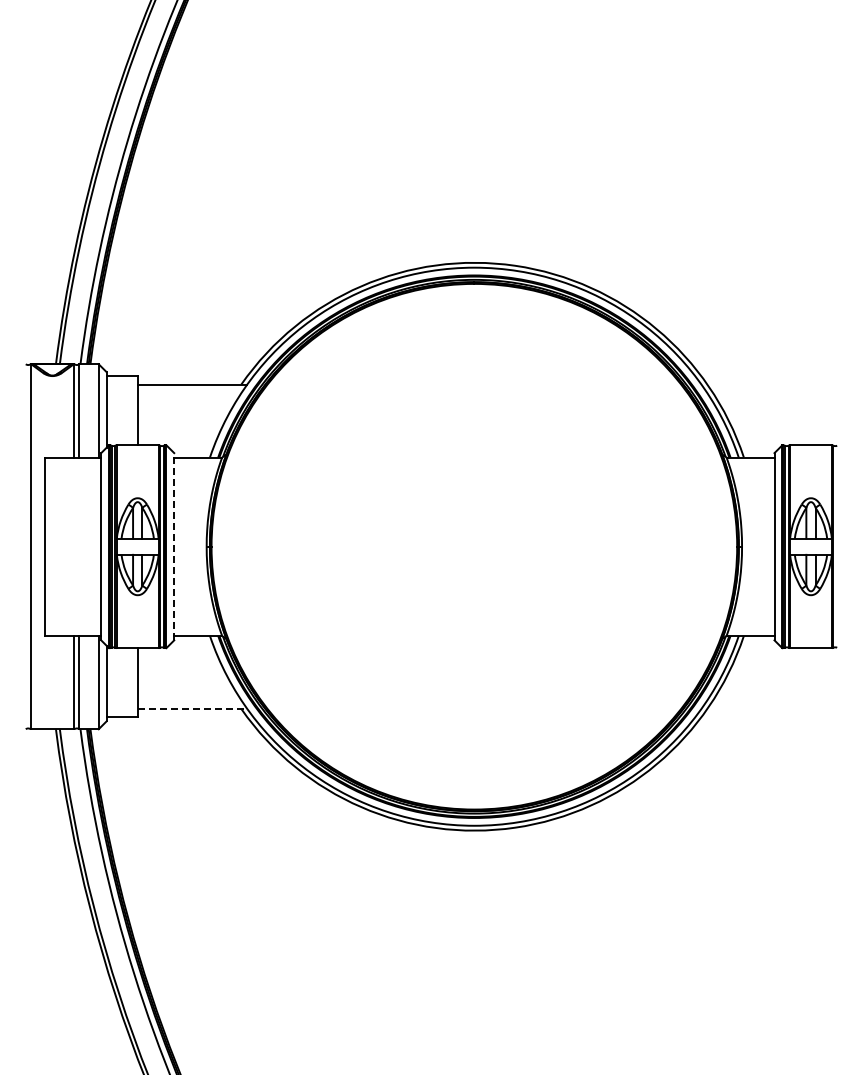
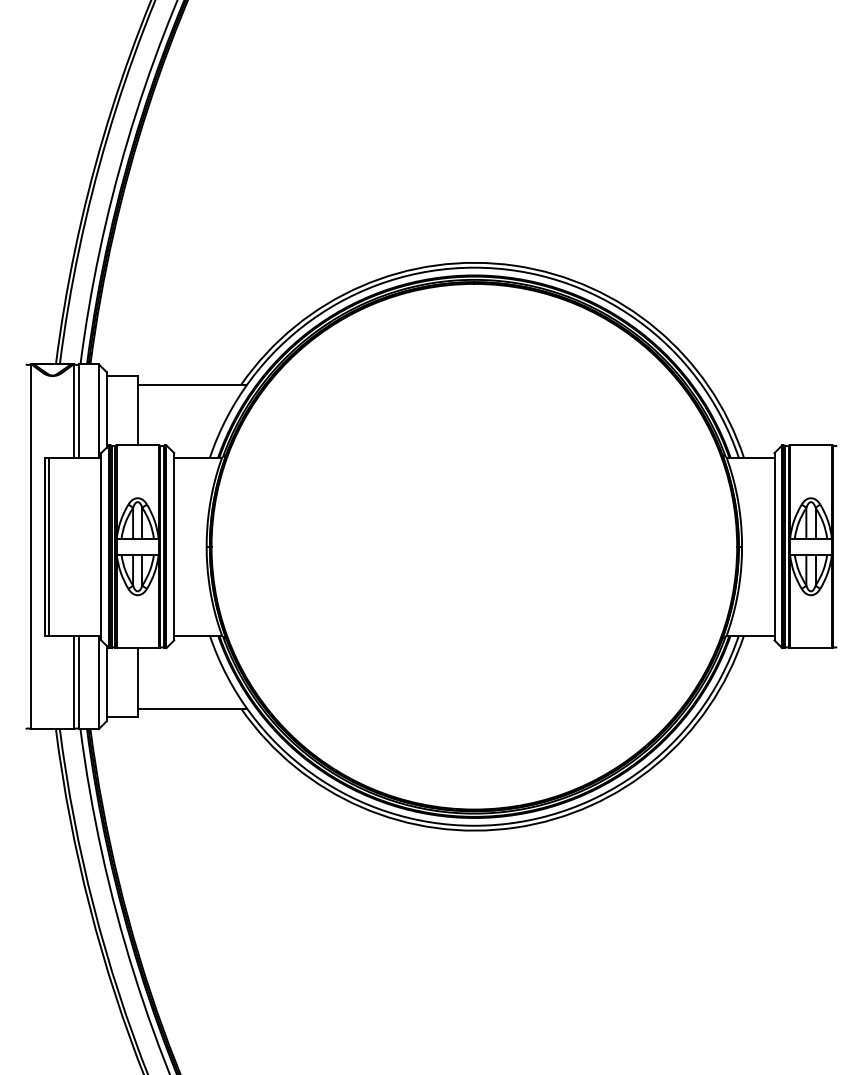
line at (48, 546): none -> present
line at (174, 546): dashed -> solid
line at (192, 708): dashed -> solid
